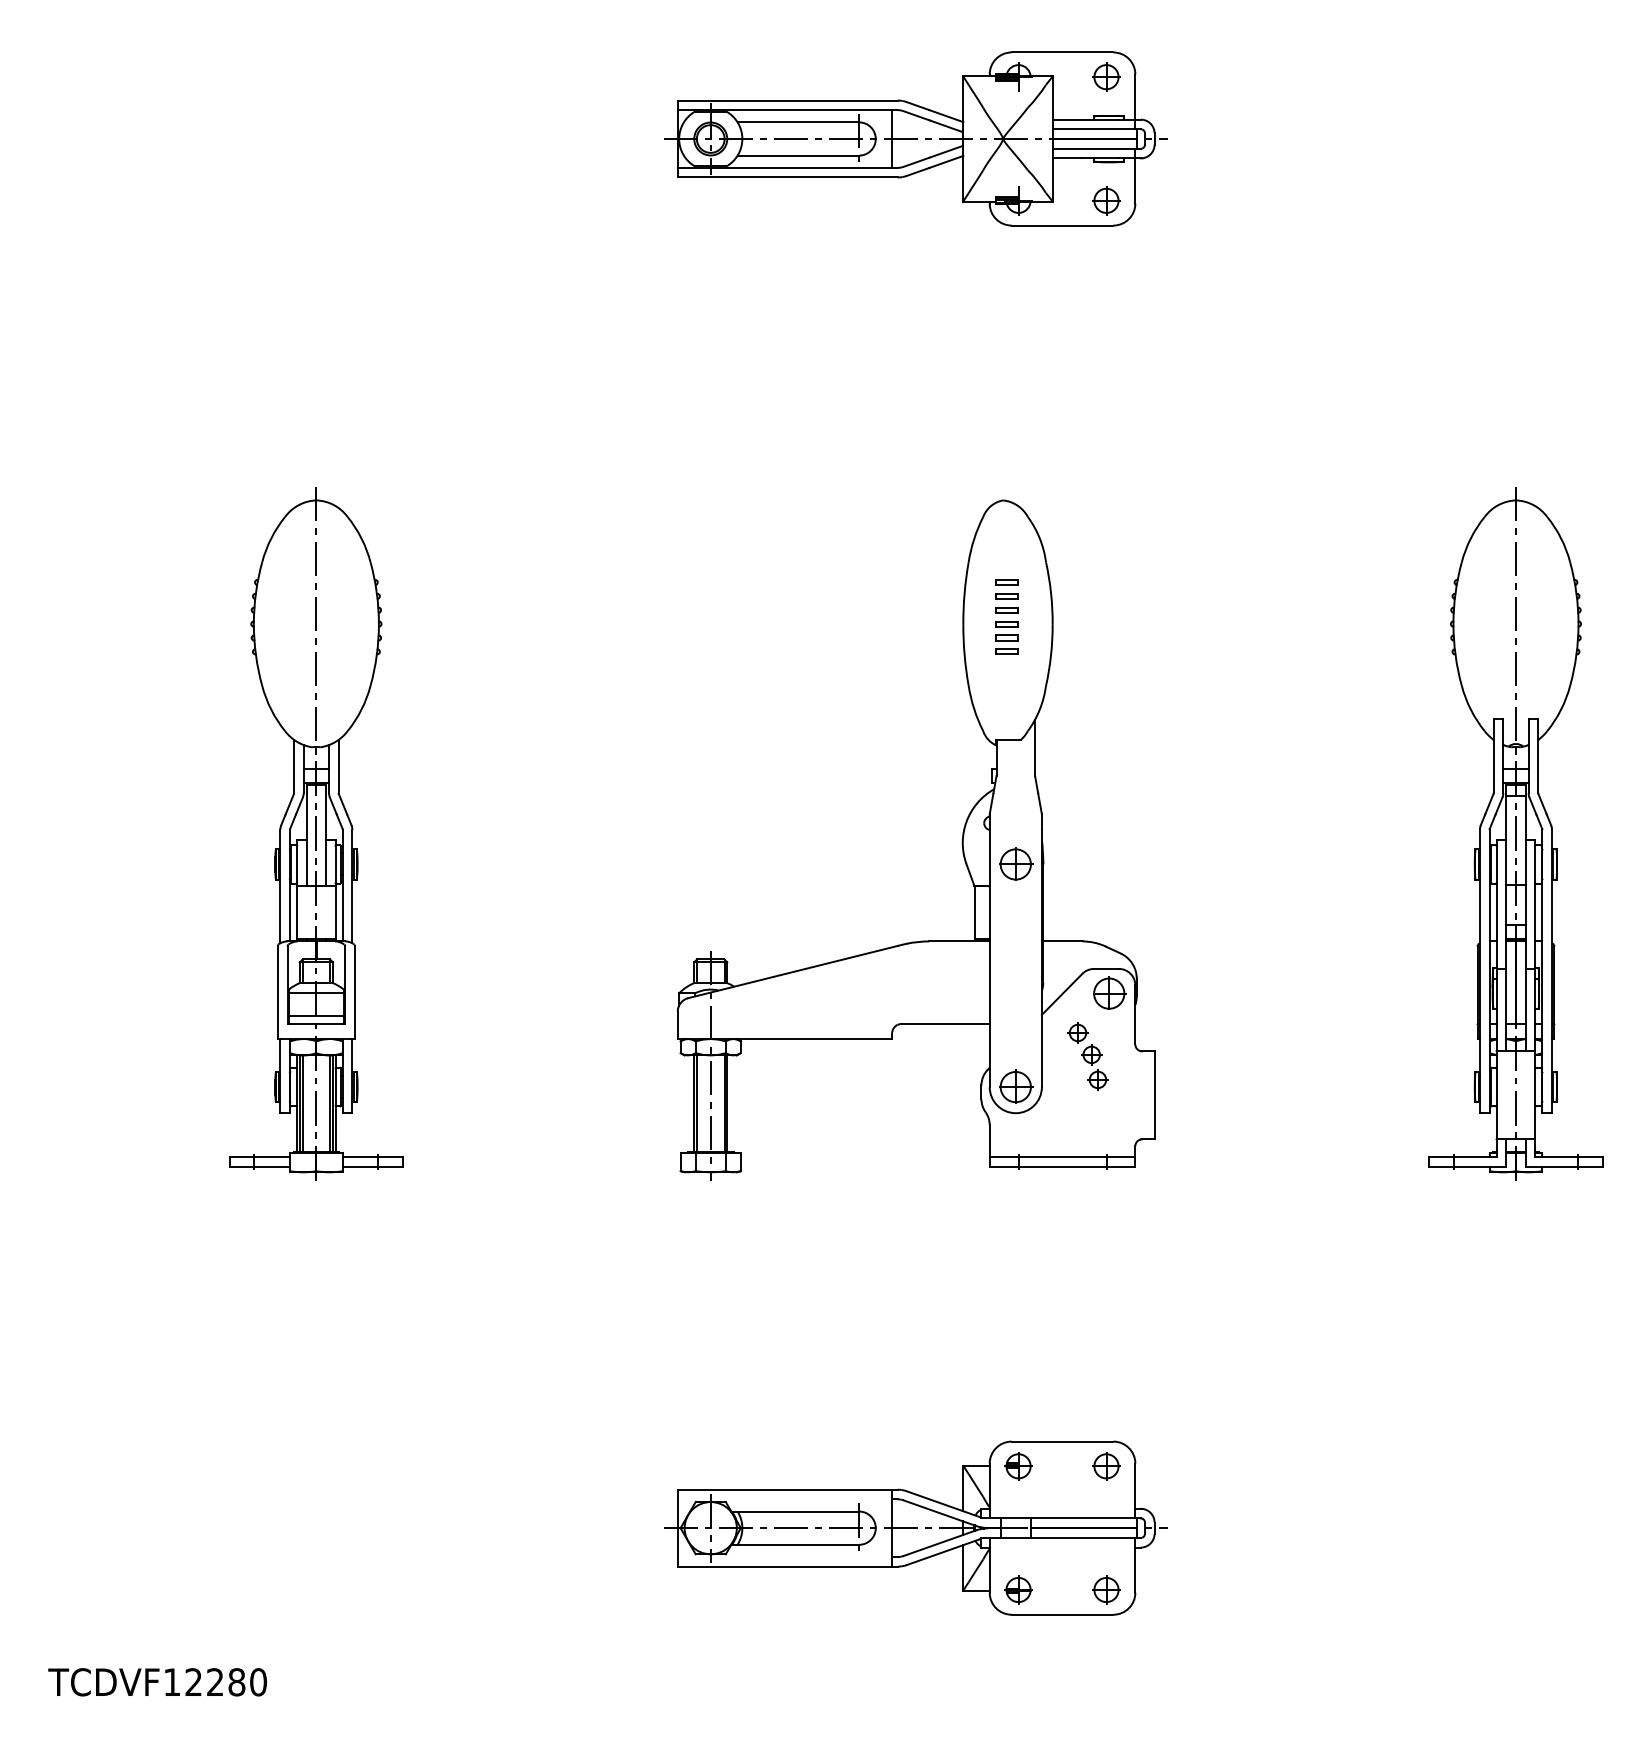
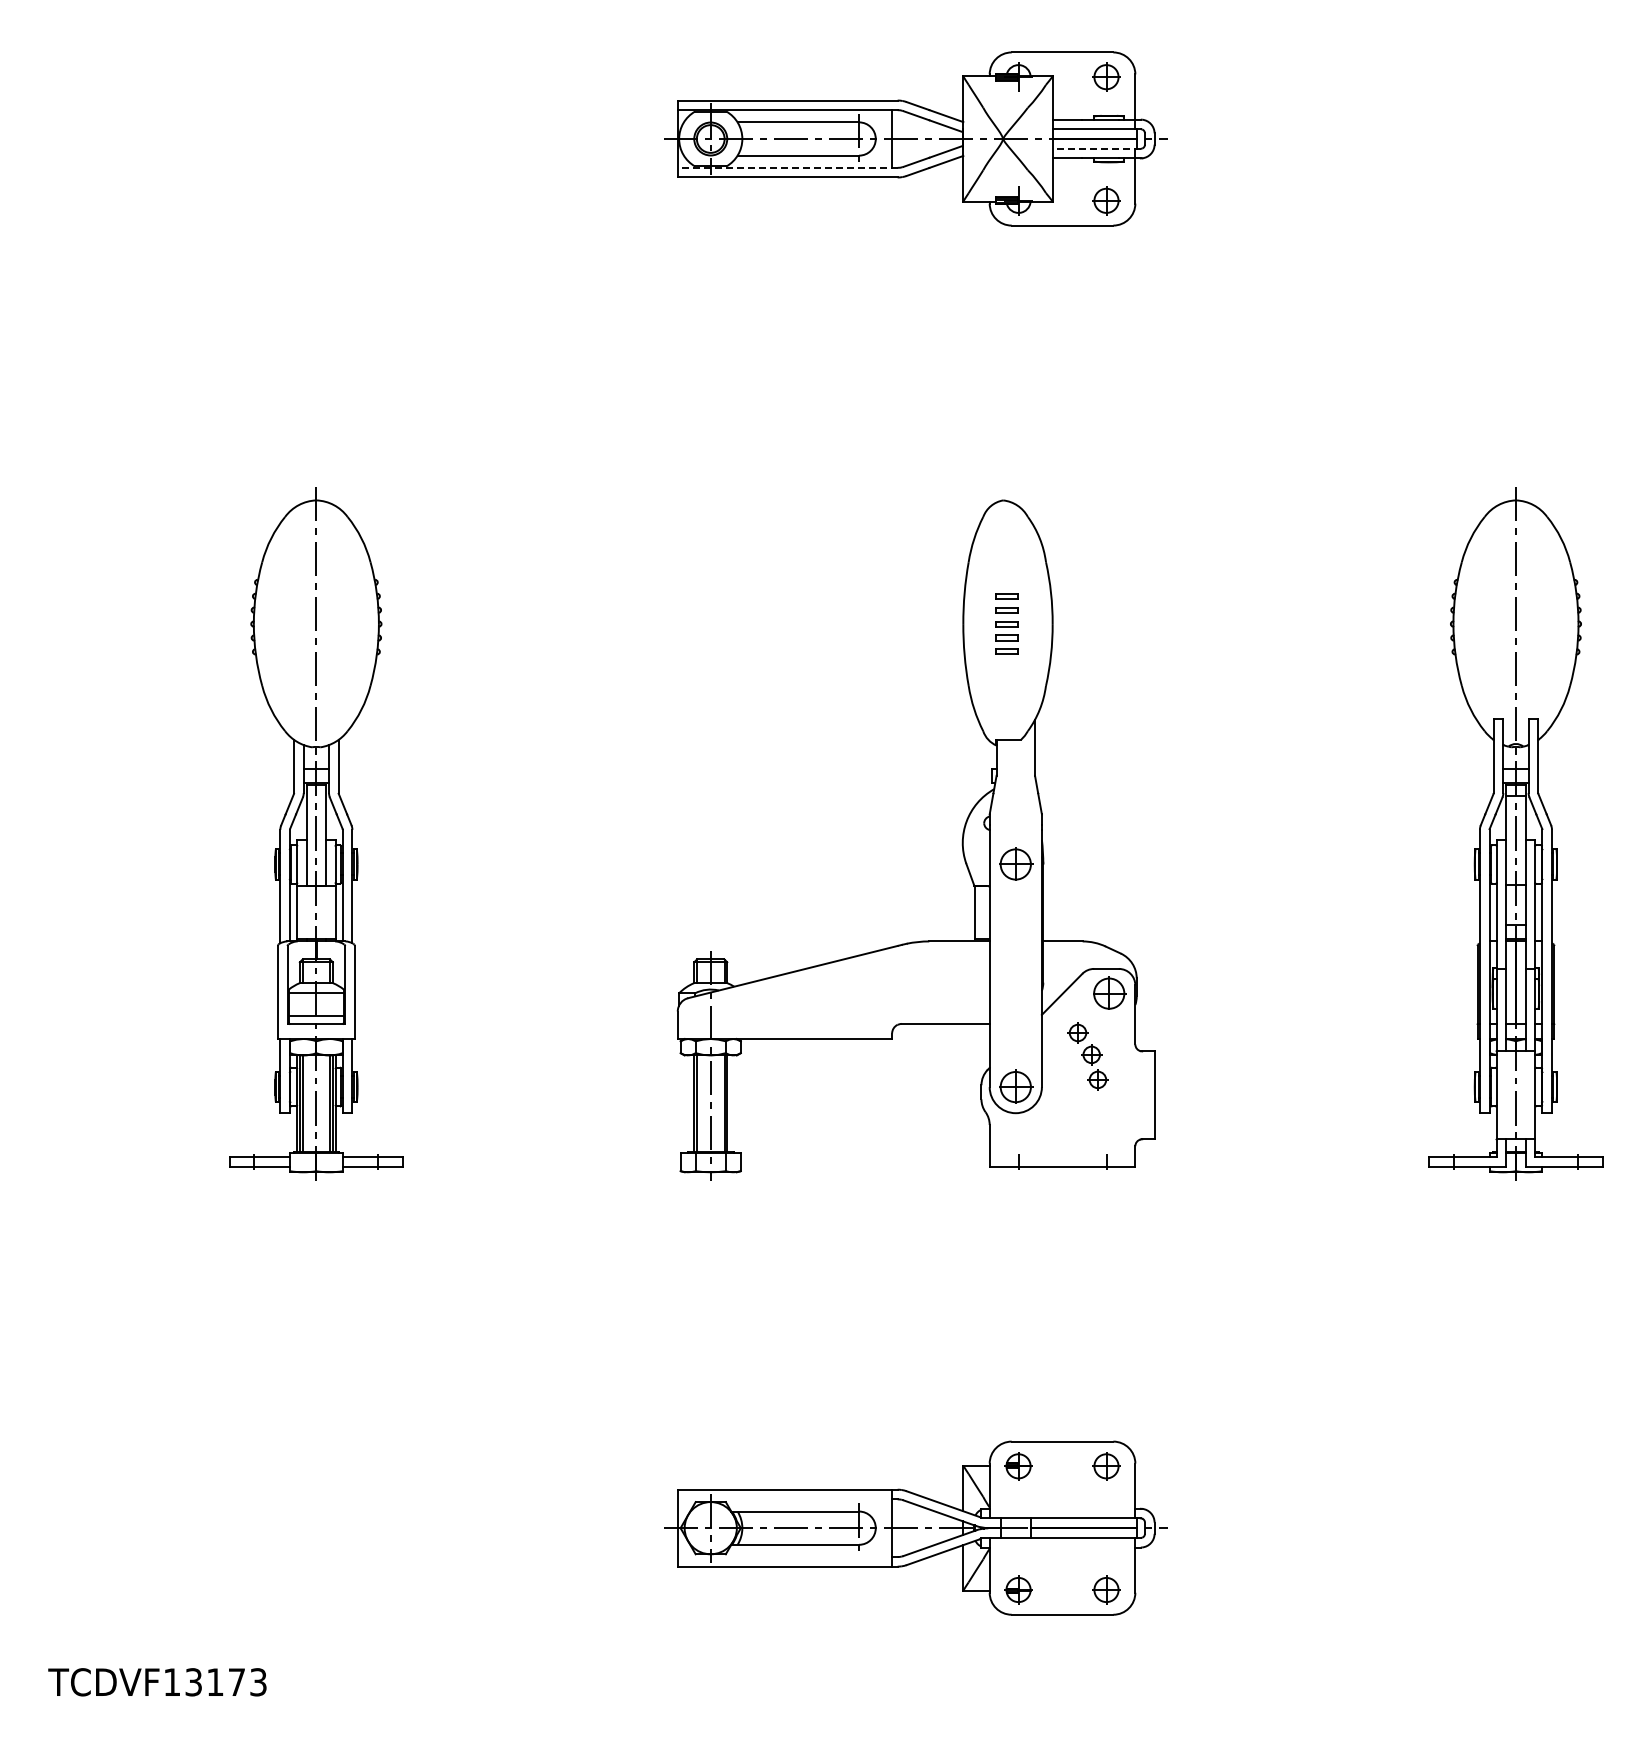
line at (1096, 148): solid -> dashed
line at (787, 167): solid -> dashed
part at (1006, 582): present -> none
line at (1062, 1157): present -> none
text at (226, 1682): TCDVF12280 -> TCDVF13173
